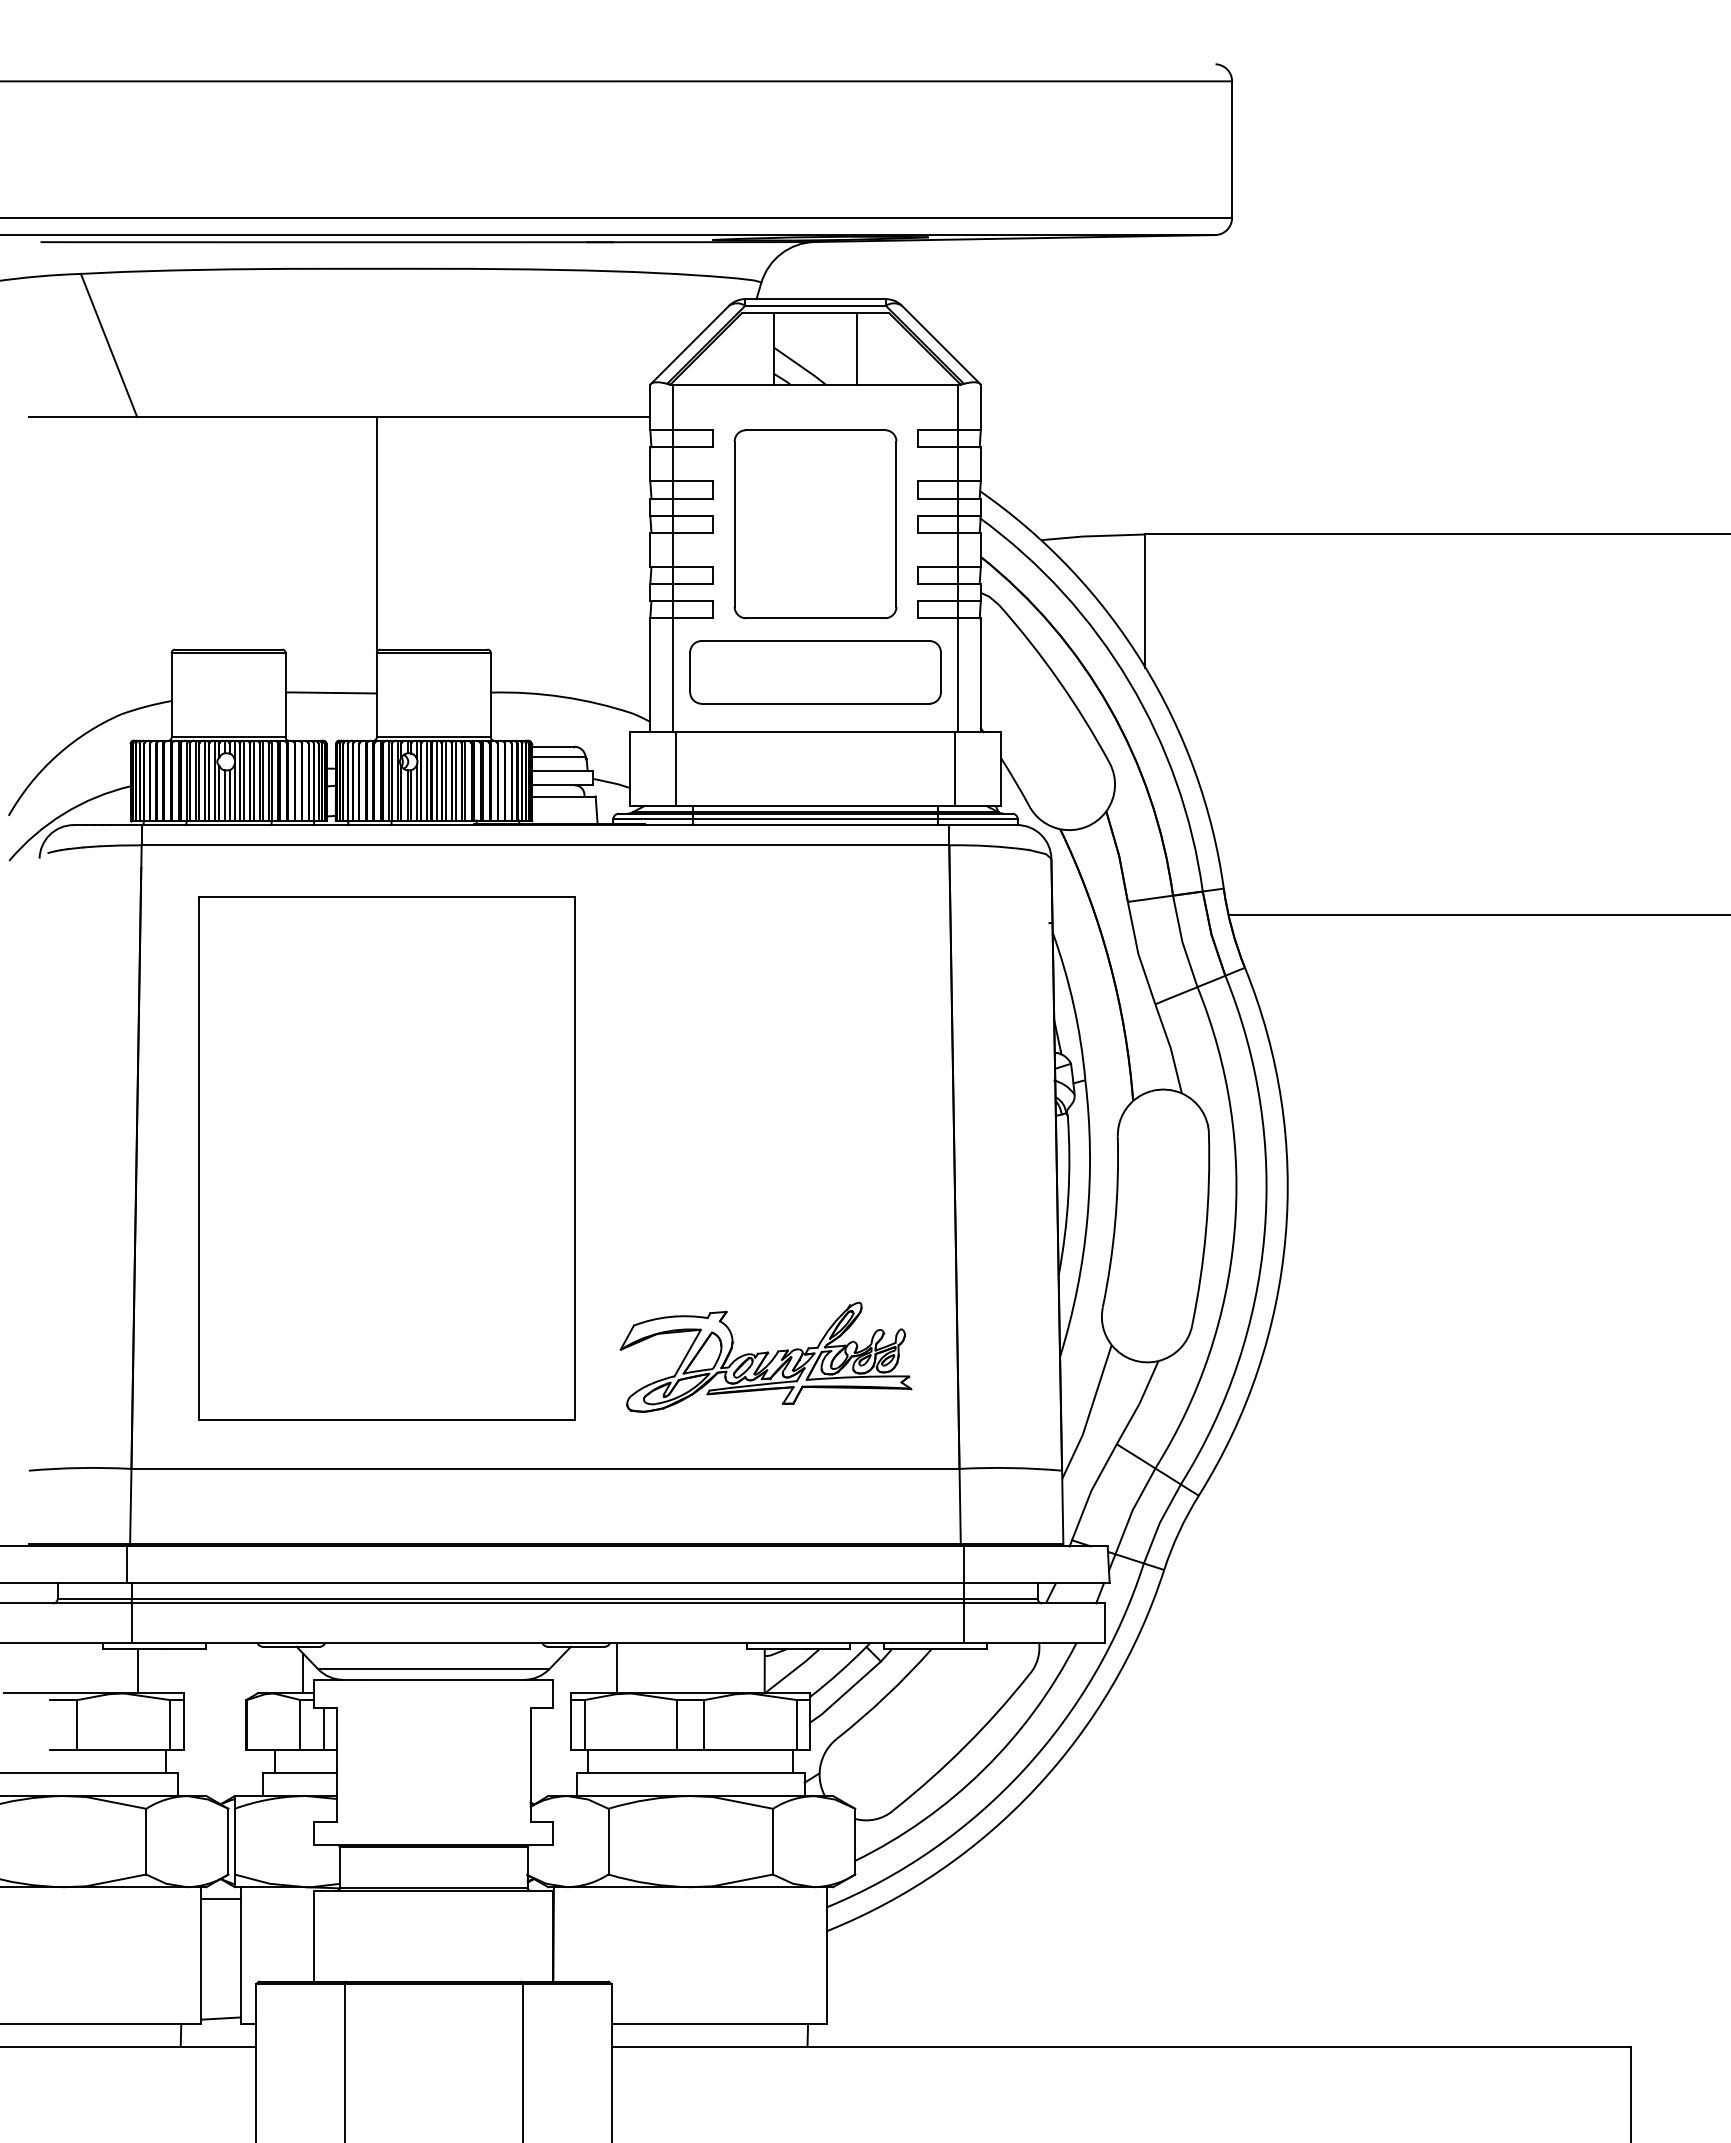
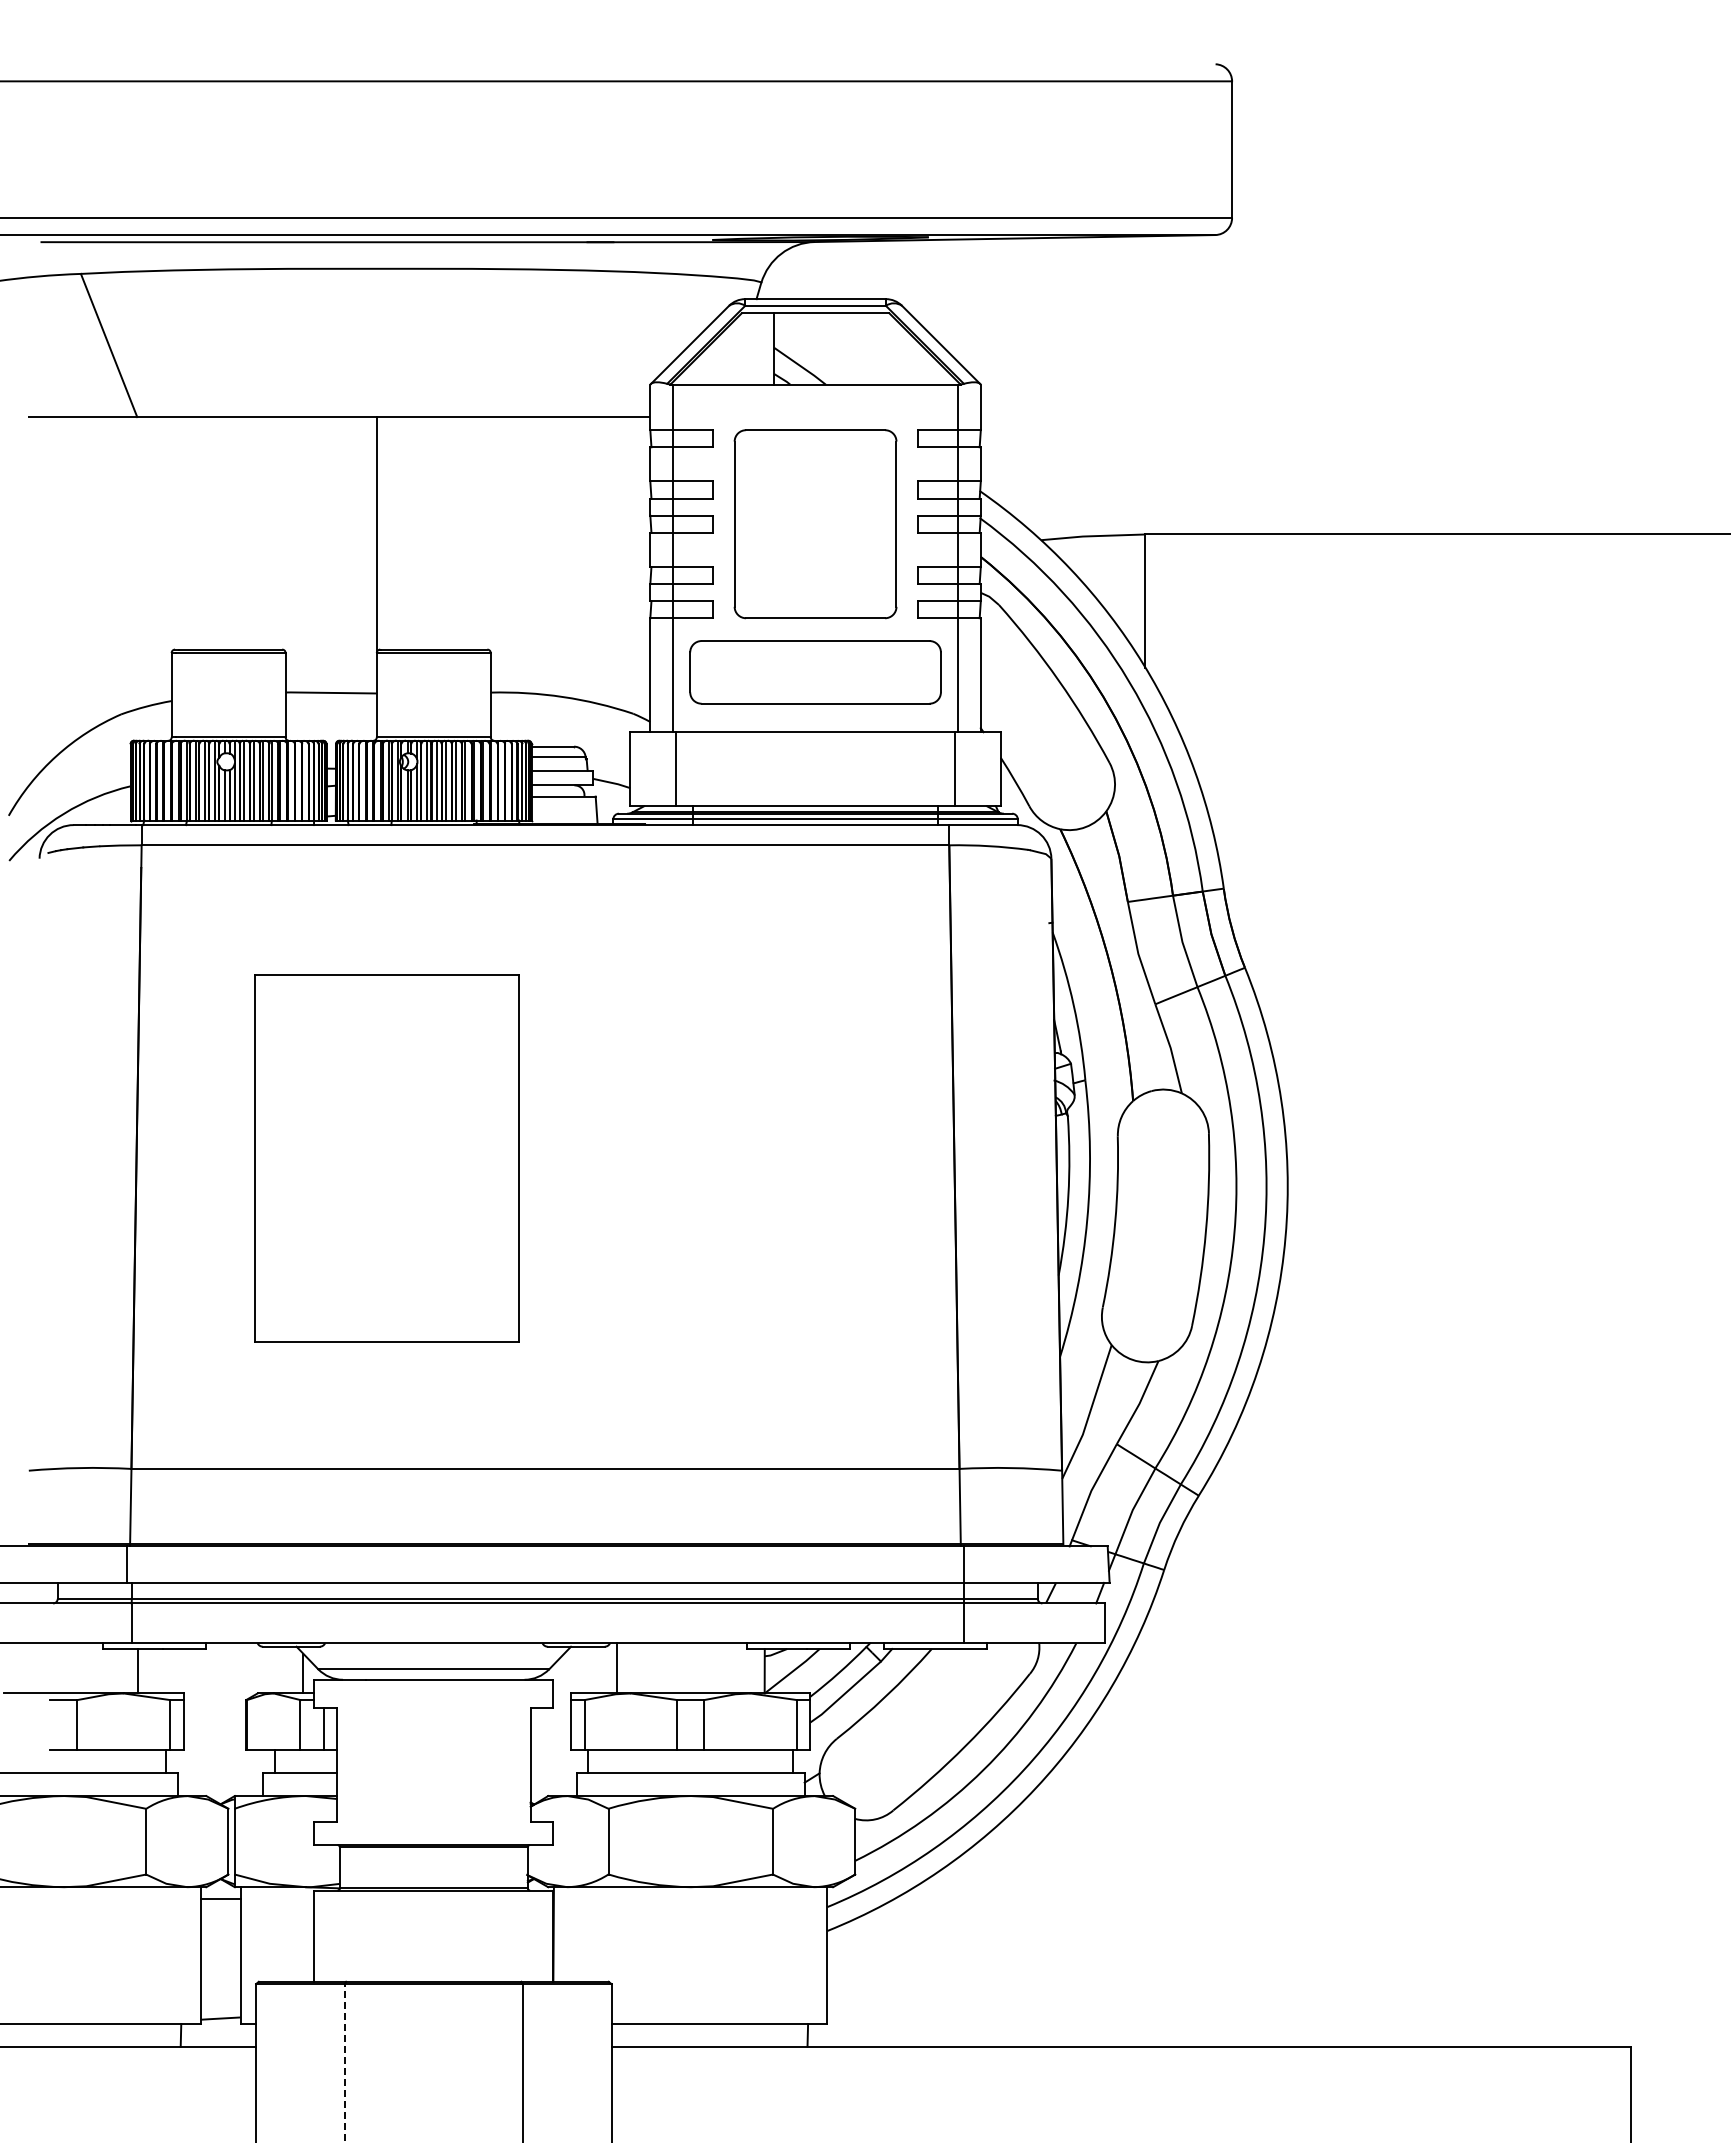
line at (856, 348): present -> none
line at (1477, 915): present -> none
part at (386, 1158) size: 378x525 px -> 266x369 px
part at (765, 1356): present -> none
line at (344, 2063): solid -> dashed
